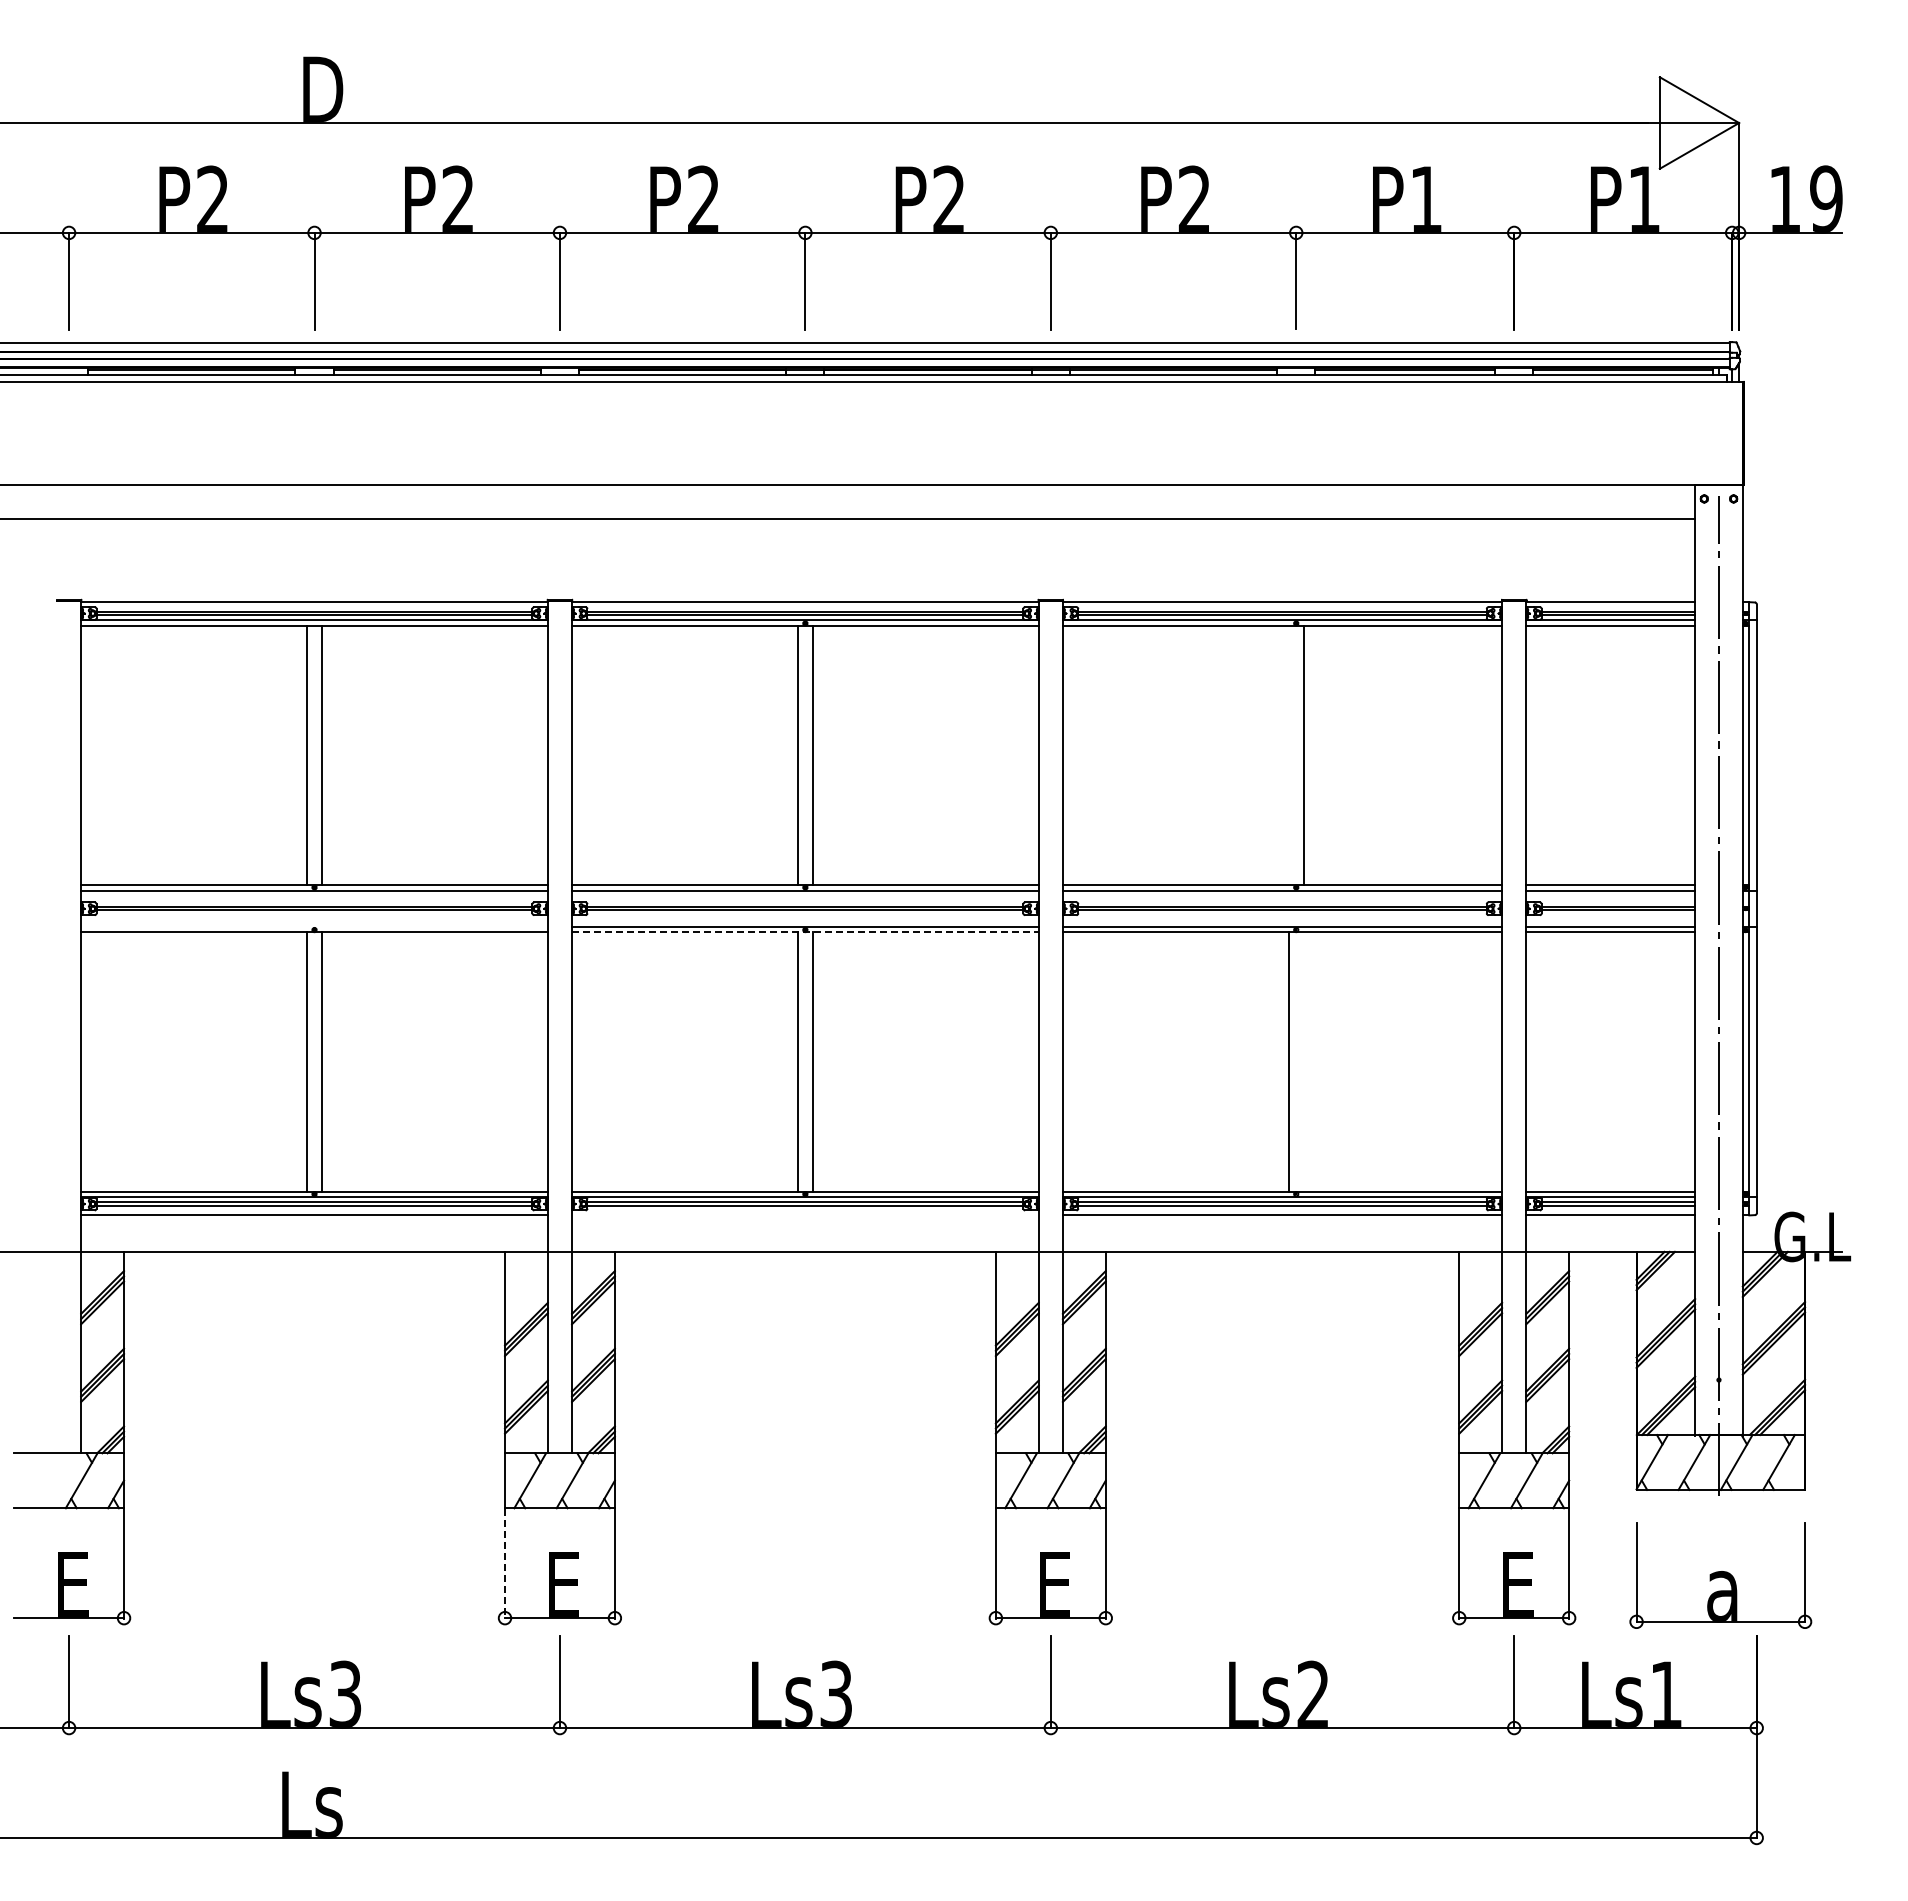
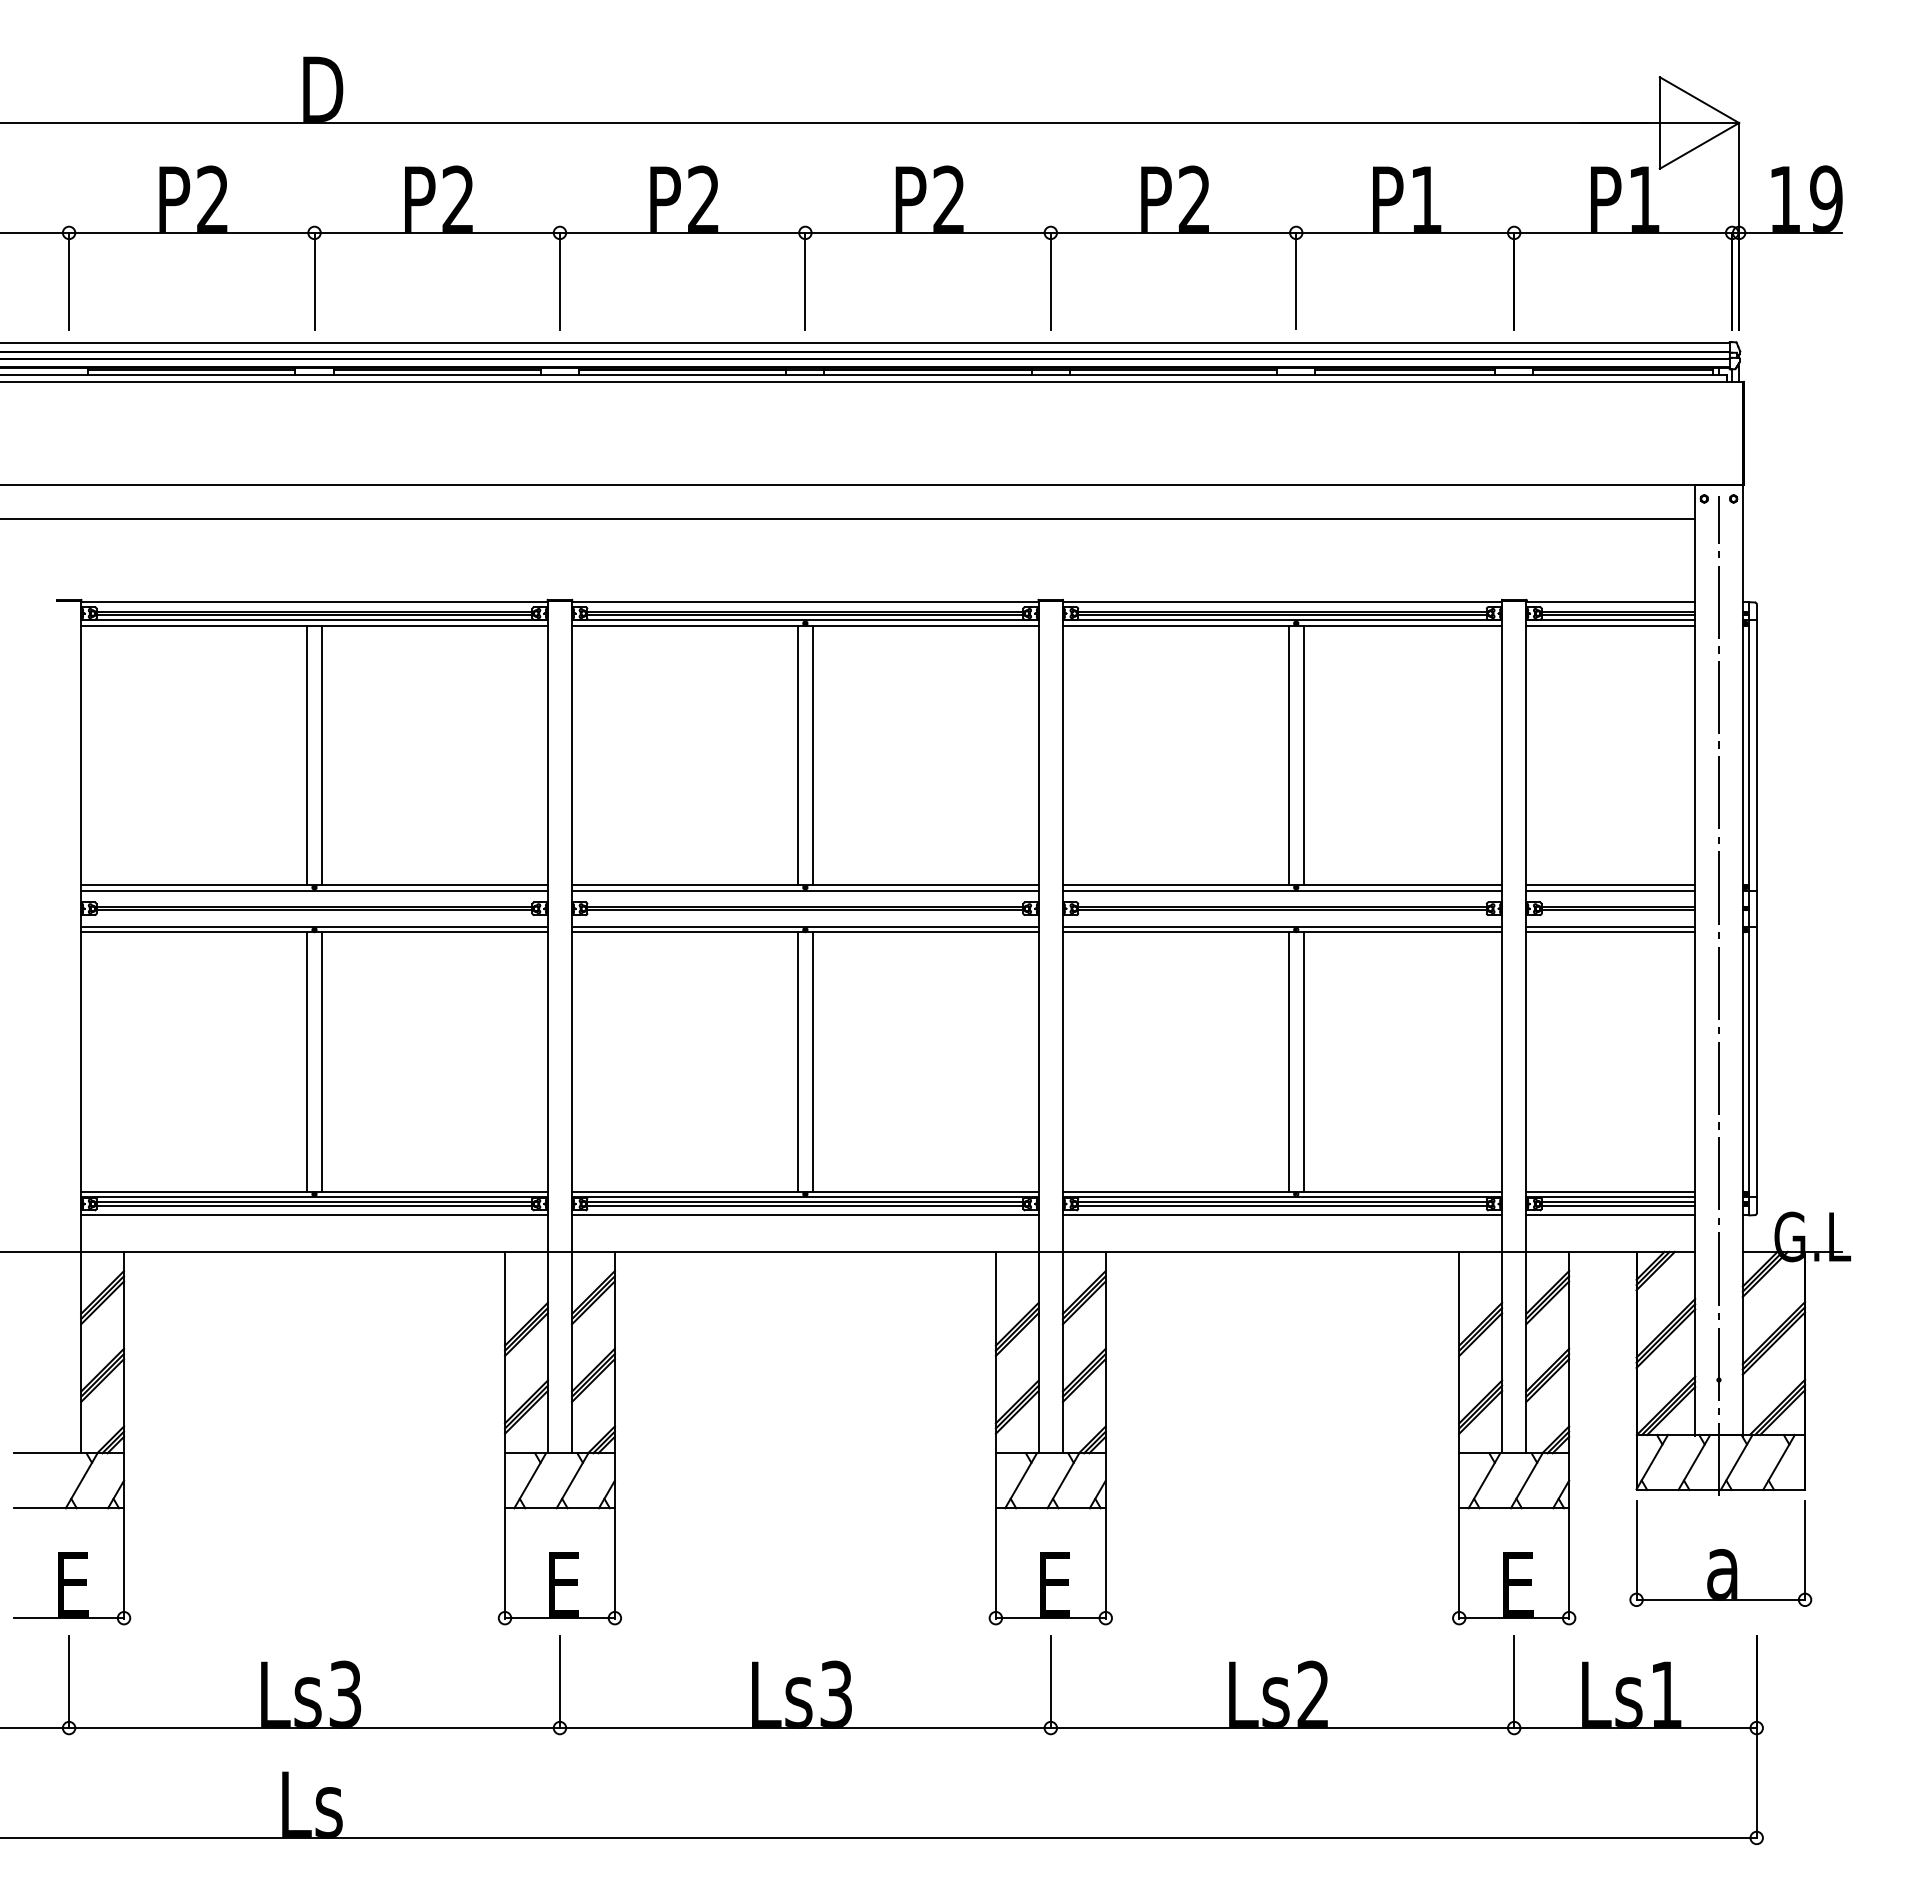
line at (1288, 755): none -> present
line at (314, 926): none -> present
line at (805, 932): dashed -> solid
line at (1303, 1061): none -> present
line at (805, 1215): none -> present
line at (505, 1563): dashed -> solid
part at (1720, 1575) position: (1720, 1575) -> (1720, 1553)
